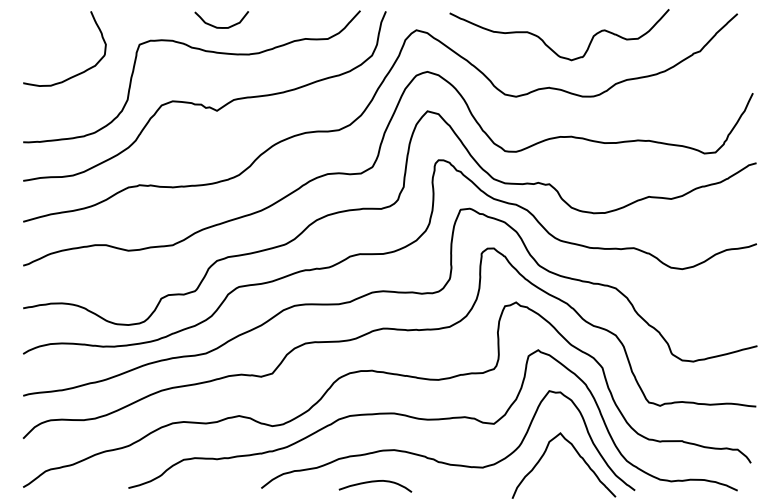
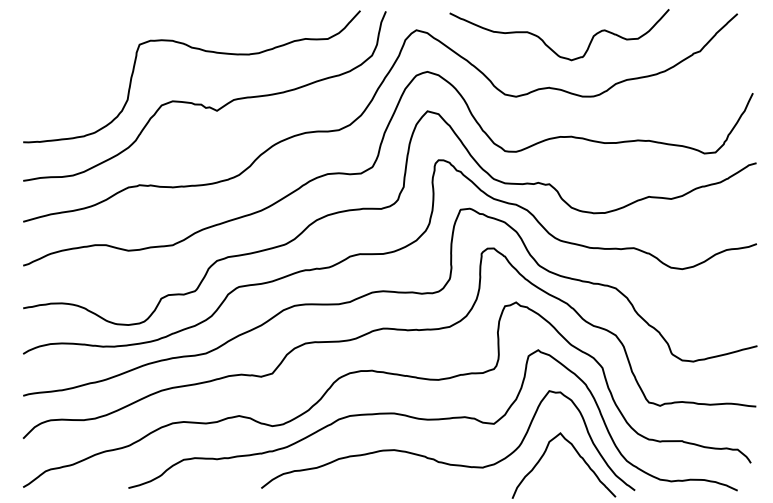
curve at (221, 27): present -> none
curve at (77, 73): present -> none
curve at (375, 482): present -> none
